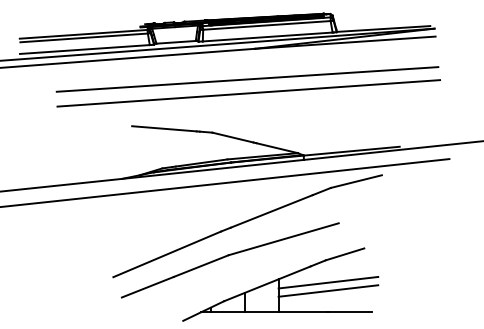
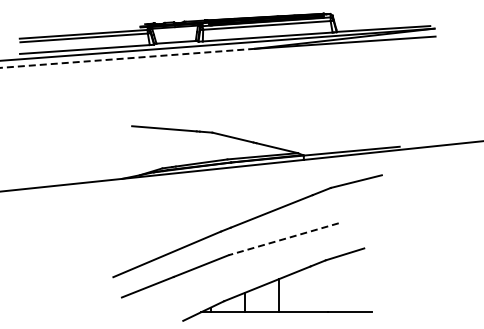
line at (127, 58): solid -> dashed
line at (247, 79): present -> none
line at (248, 93): present -> none
line at (225, 182): present -> none
line at (283, 239): solid -> dashed
line at (328, 282): present -> none
line at (328, 290): present -> none
